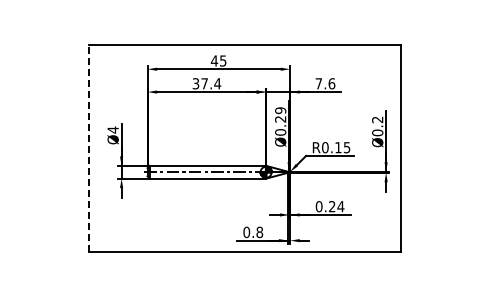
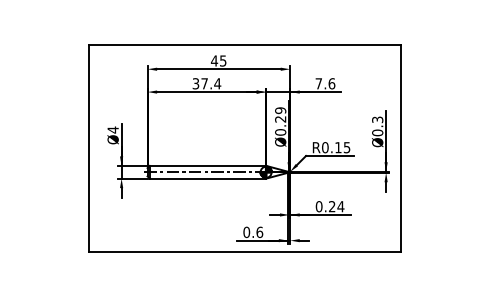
text at (377, 119): Ø0.2 -> Ø0.3
line at (88, 148): dashed -> solid
text at (259, 231): 0.8 -> 0.6
